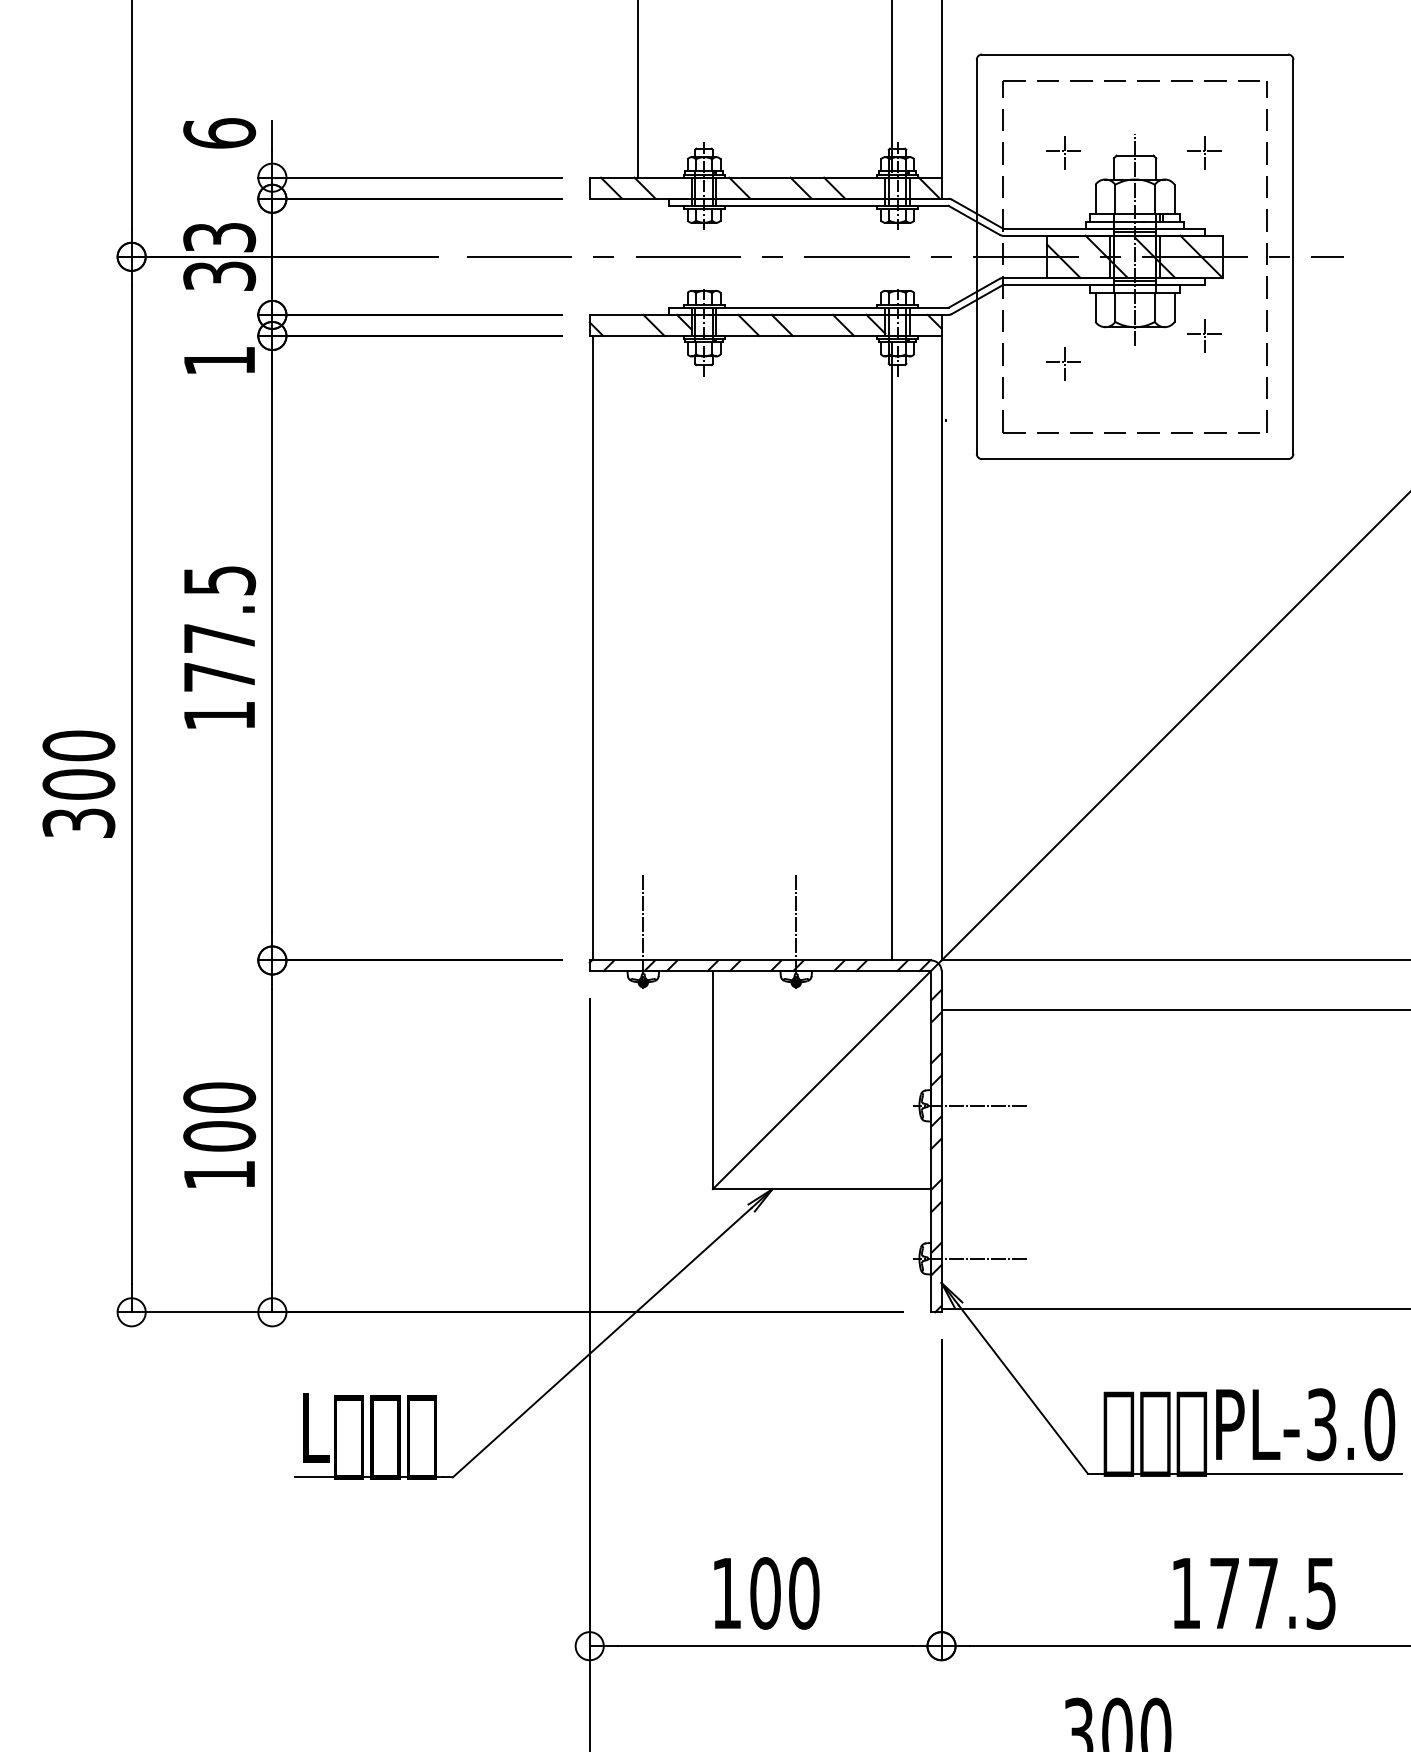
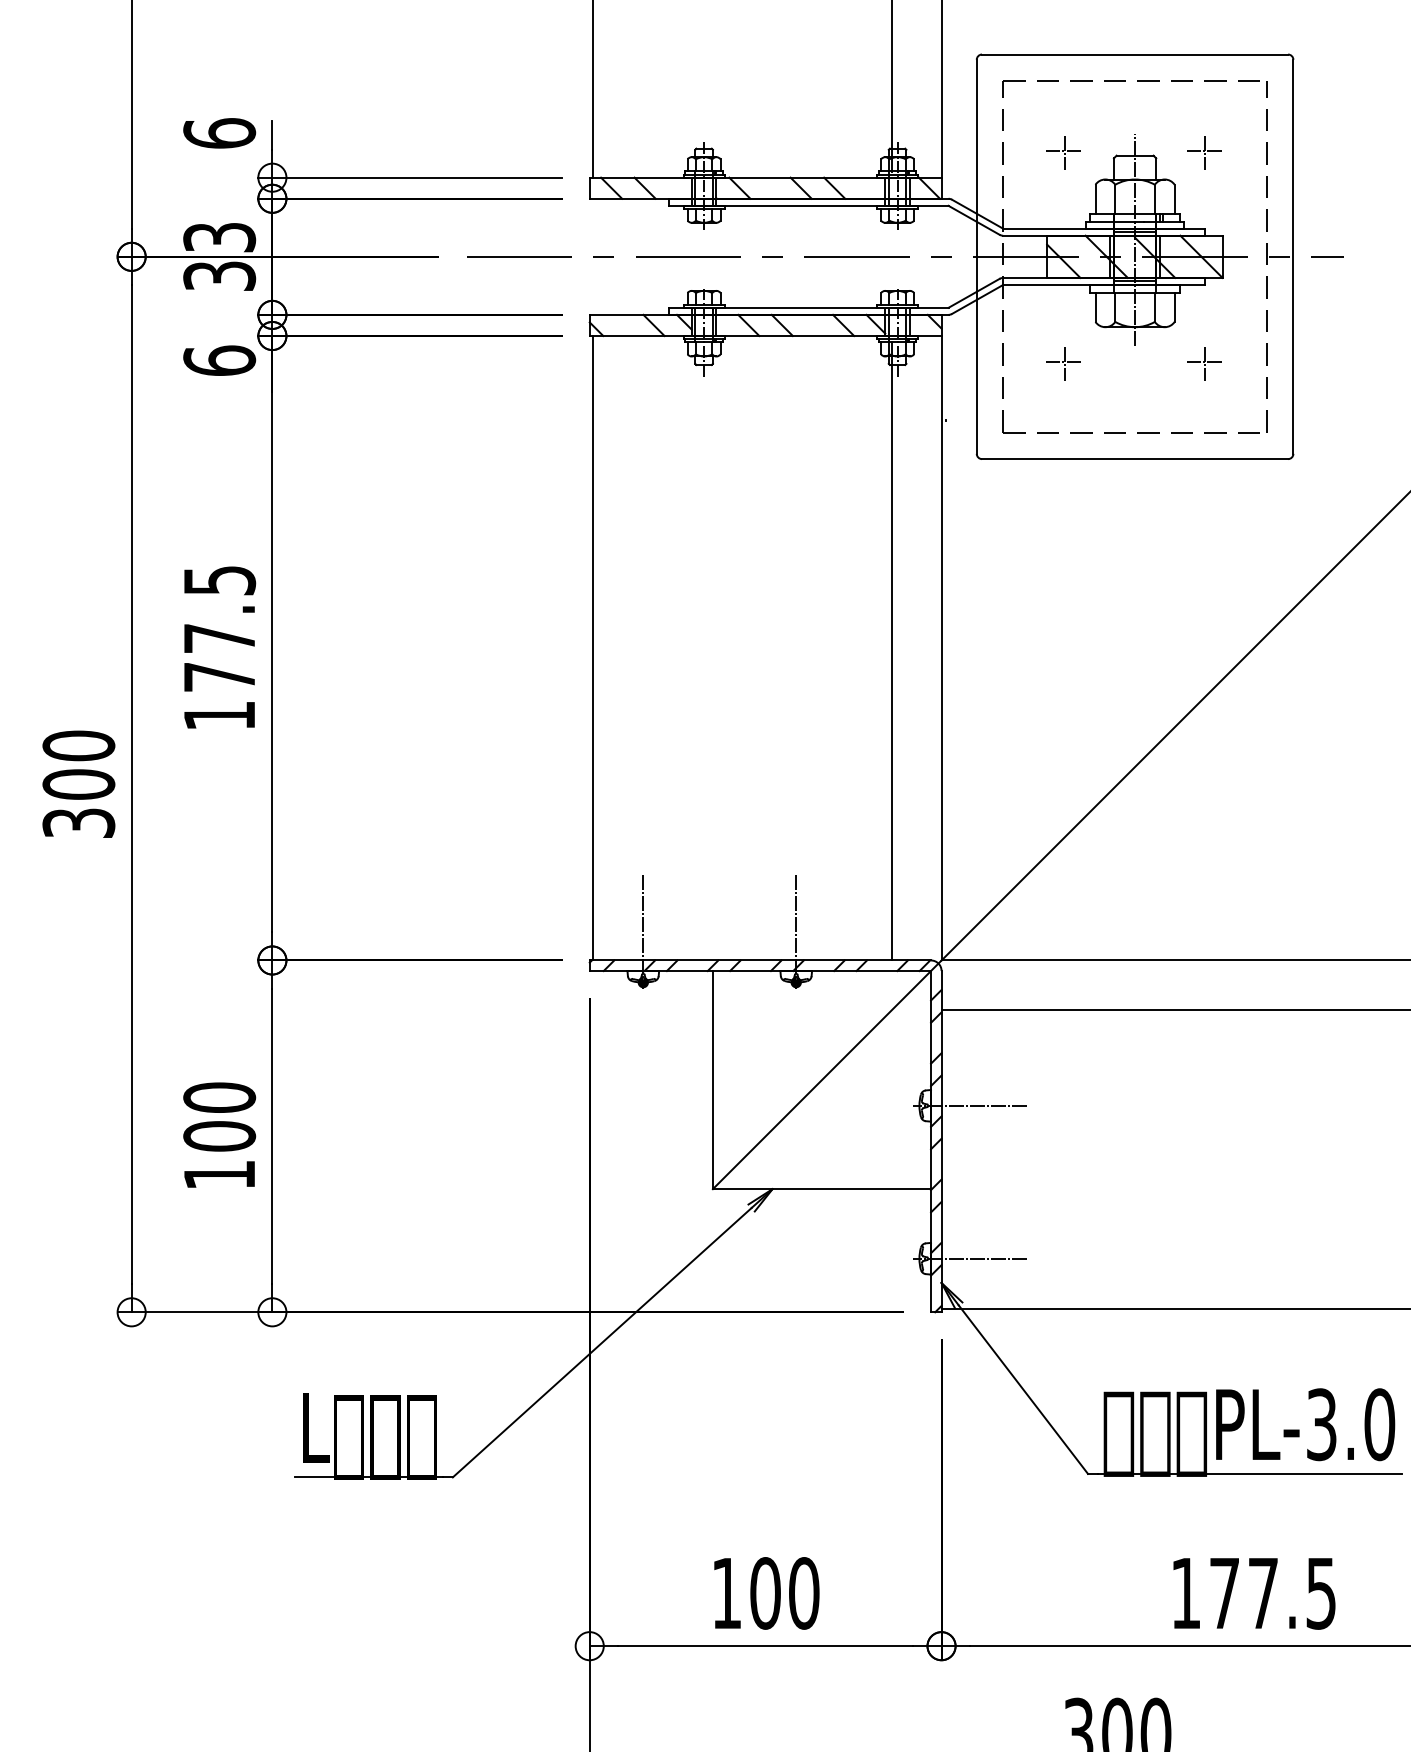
line at (638, 89) position: (638, 89) -> (593, 89)
part at (1204, 335) position: (1204, 335) -> (1204, 363)
text at (219, 360): 1 -> 6
